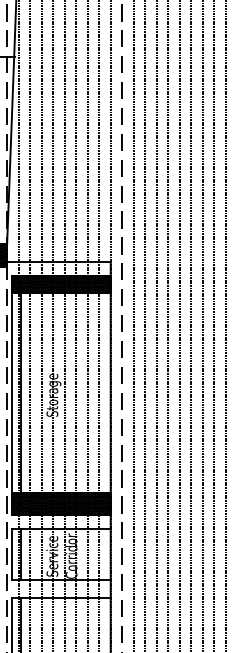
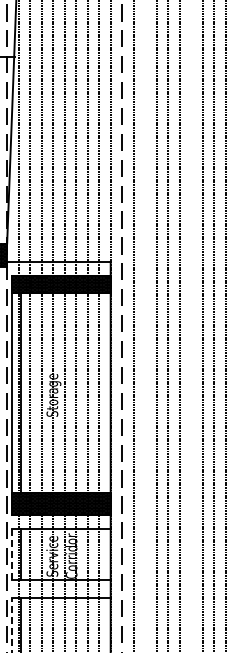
line at (145, 325): present -> none
line at (191, 325): present -> none
line at (12, 553): solid -> dashed
line at (12, 624): solid -> dashed
